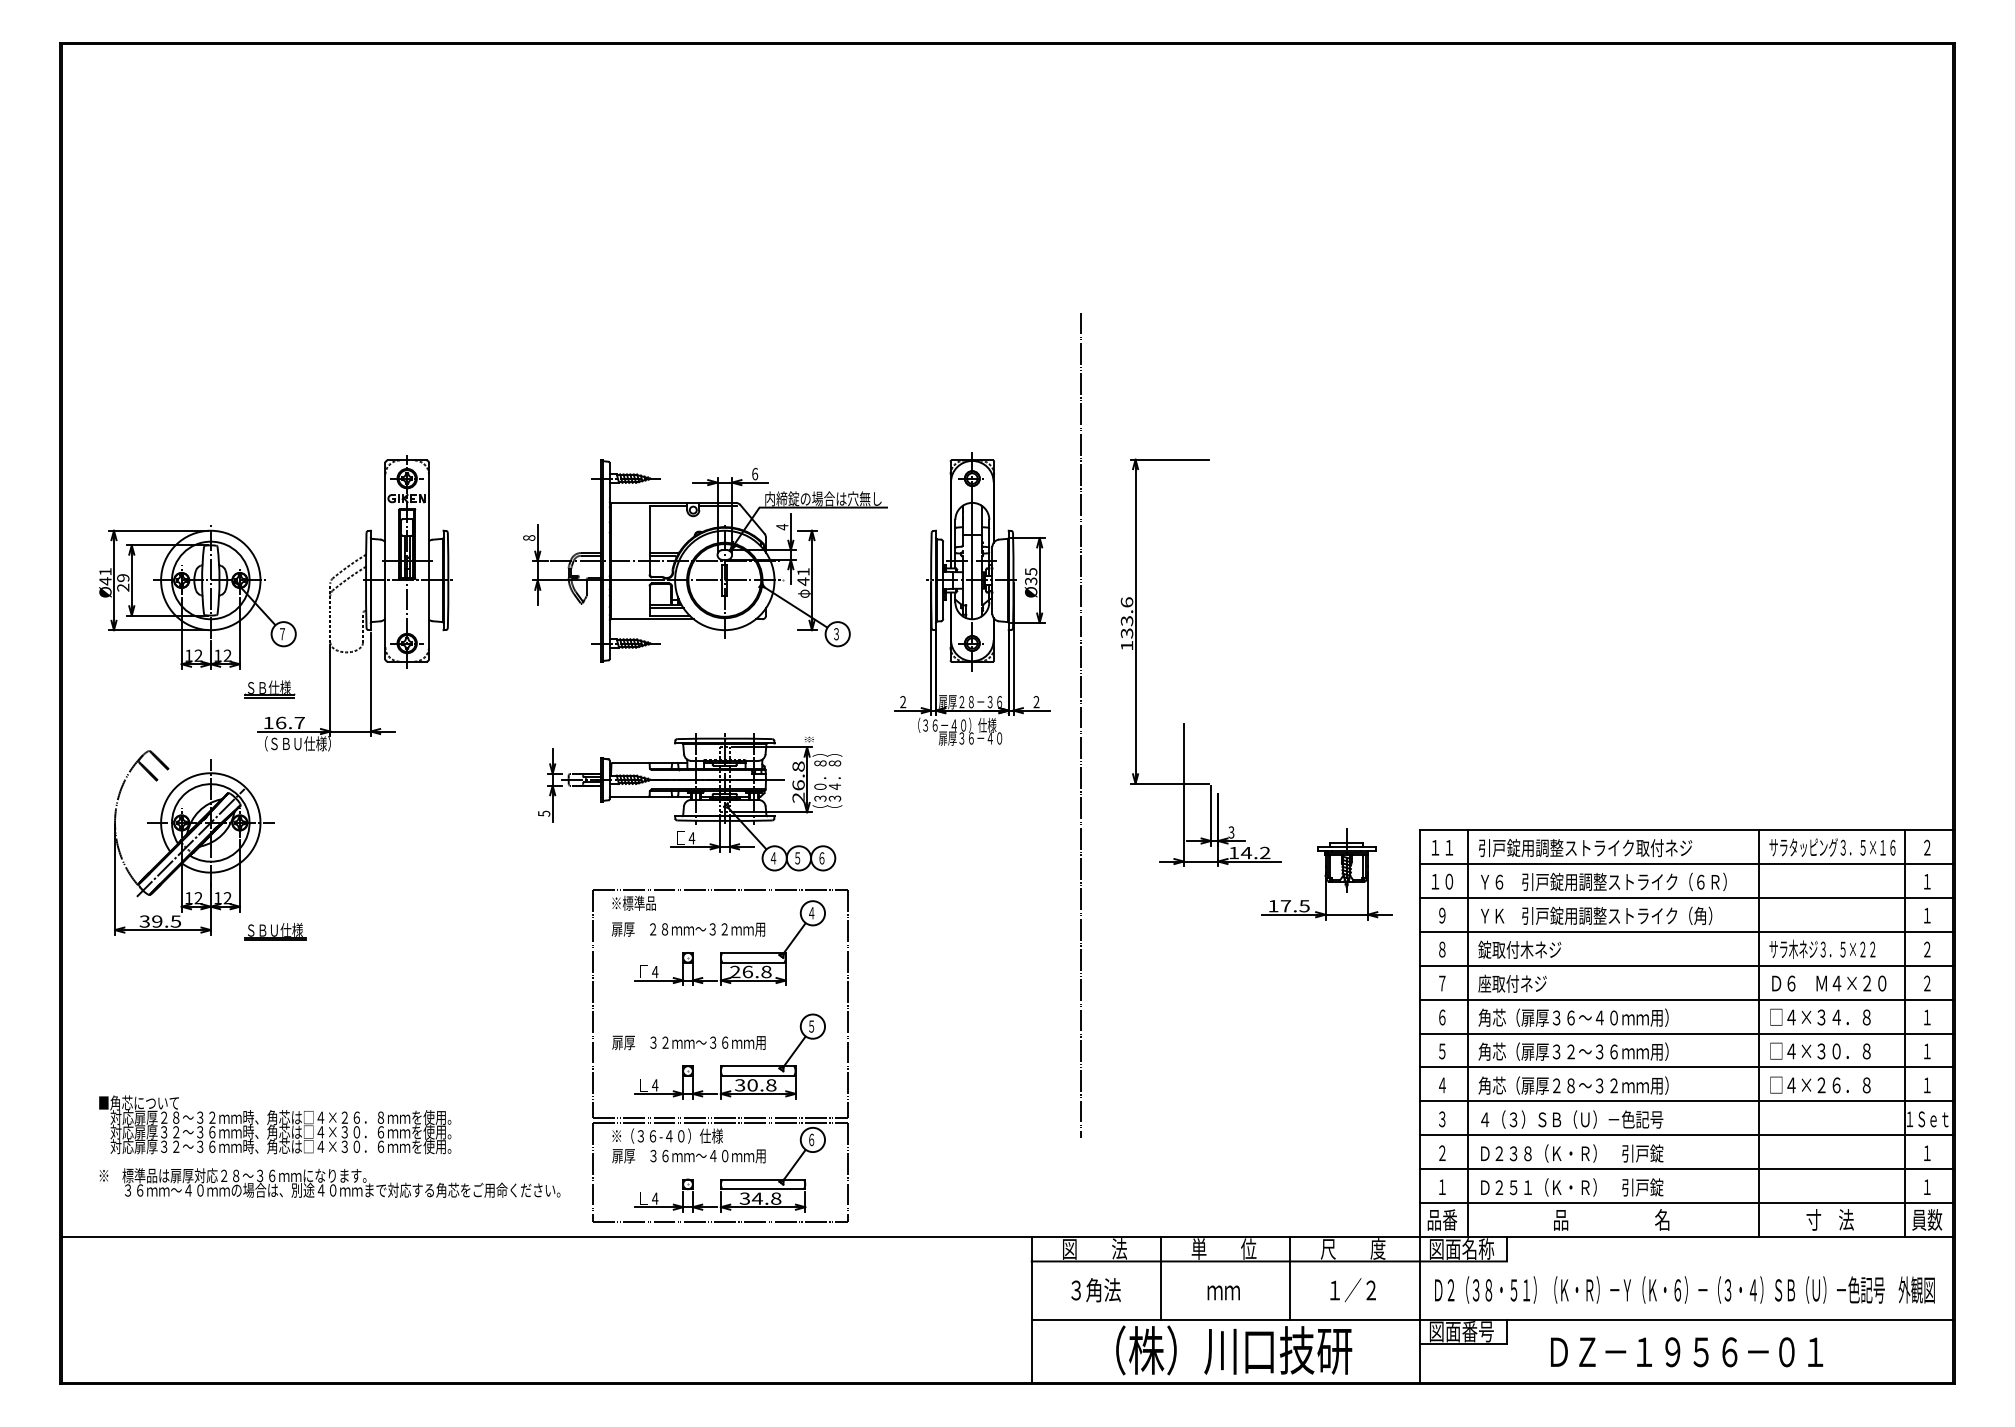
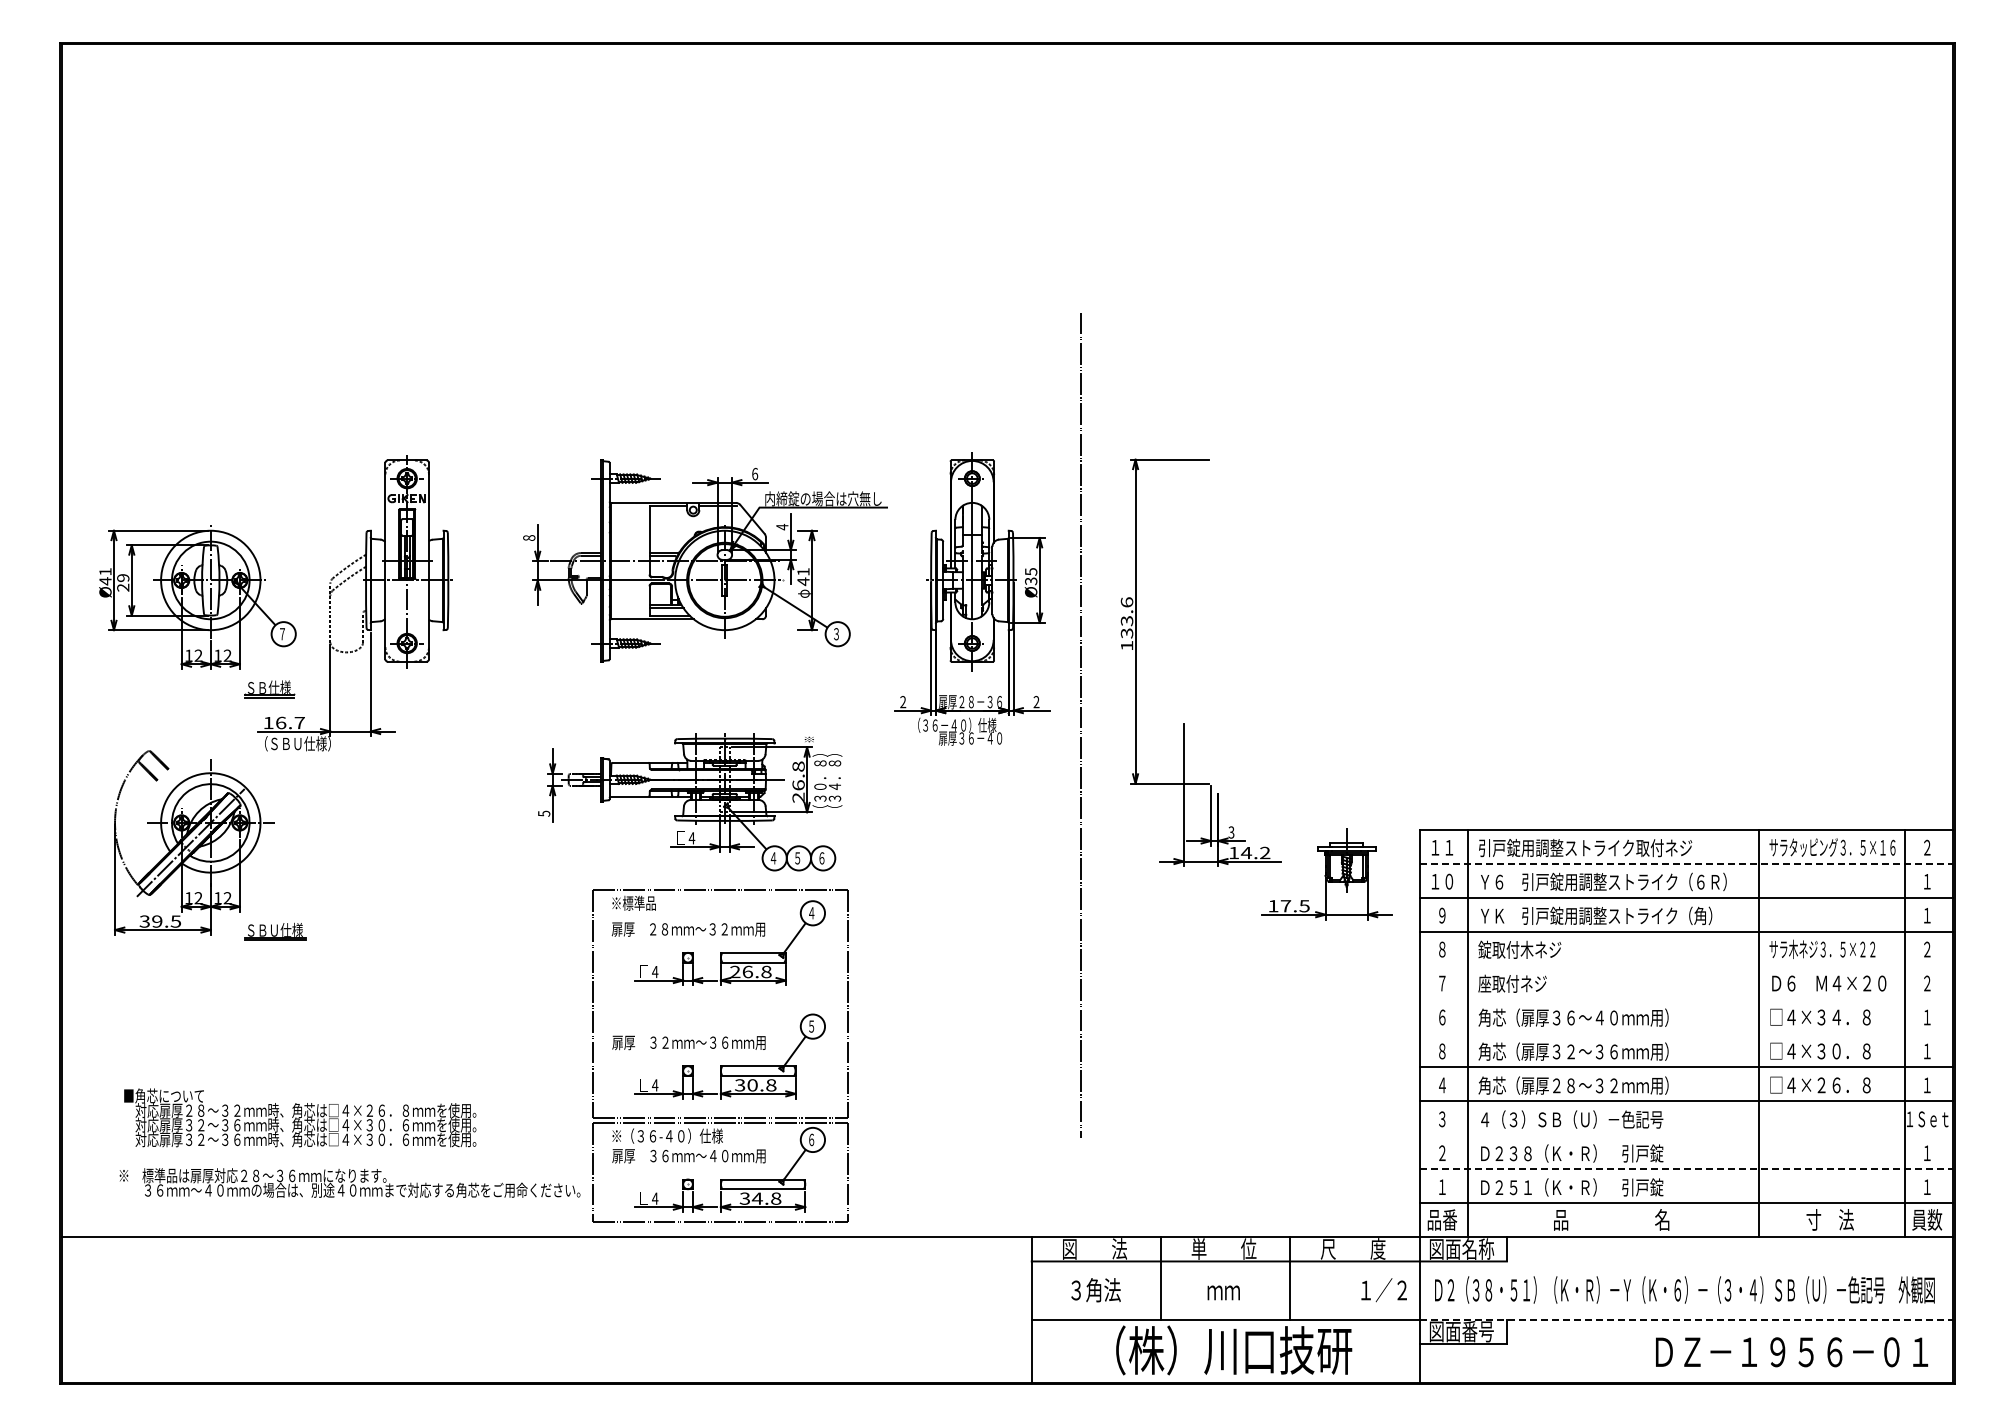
line at (1686, 863): solid -> dashed
line at (1686, 965): present -> none
line at (1686, 999): present -> none
line at (1686, 1033): present -> none
text at (1442, 1051): ５ -> ８
text at (275, 1124) position: (275, 1124) -> (300, 1117)
line at (1686, 1135): present -> none
line at (1686, 1169): solid -> dashed
text at (329, 1182) position: (329, 1182) -> (349, 1182)
text at (1352, 1290) position: (1352, 1290) -> (1383, 1290)
line at (1686, 1319): solid -> dashed
text at (1687, 1352) position: (1687, 1352) -> (1792, 1352)
